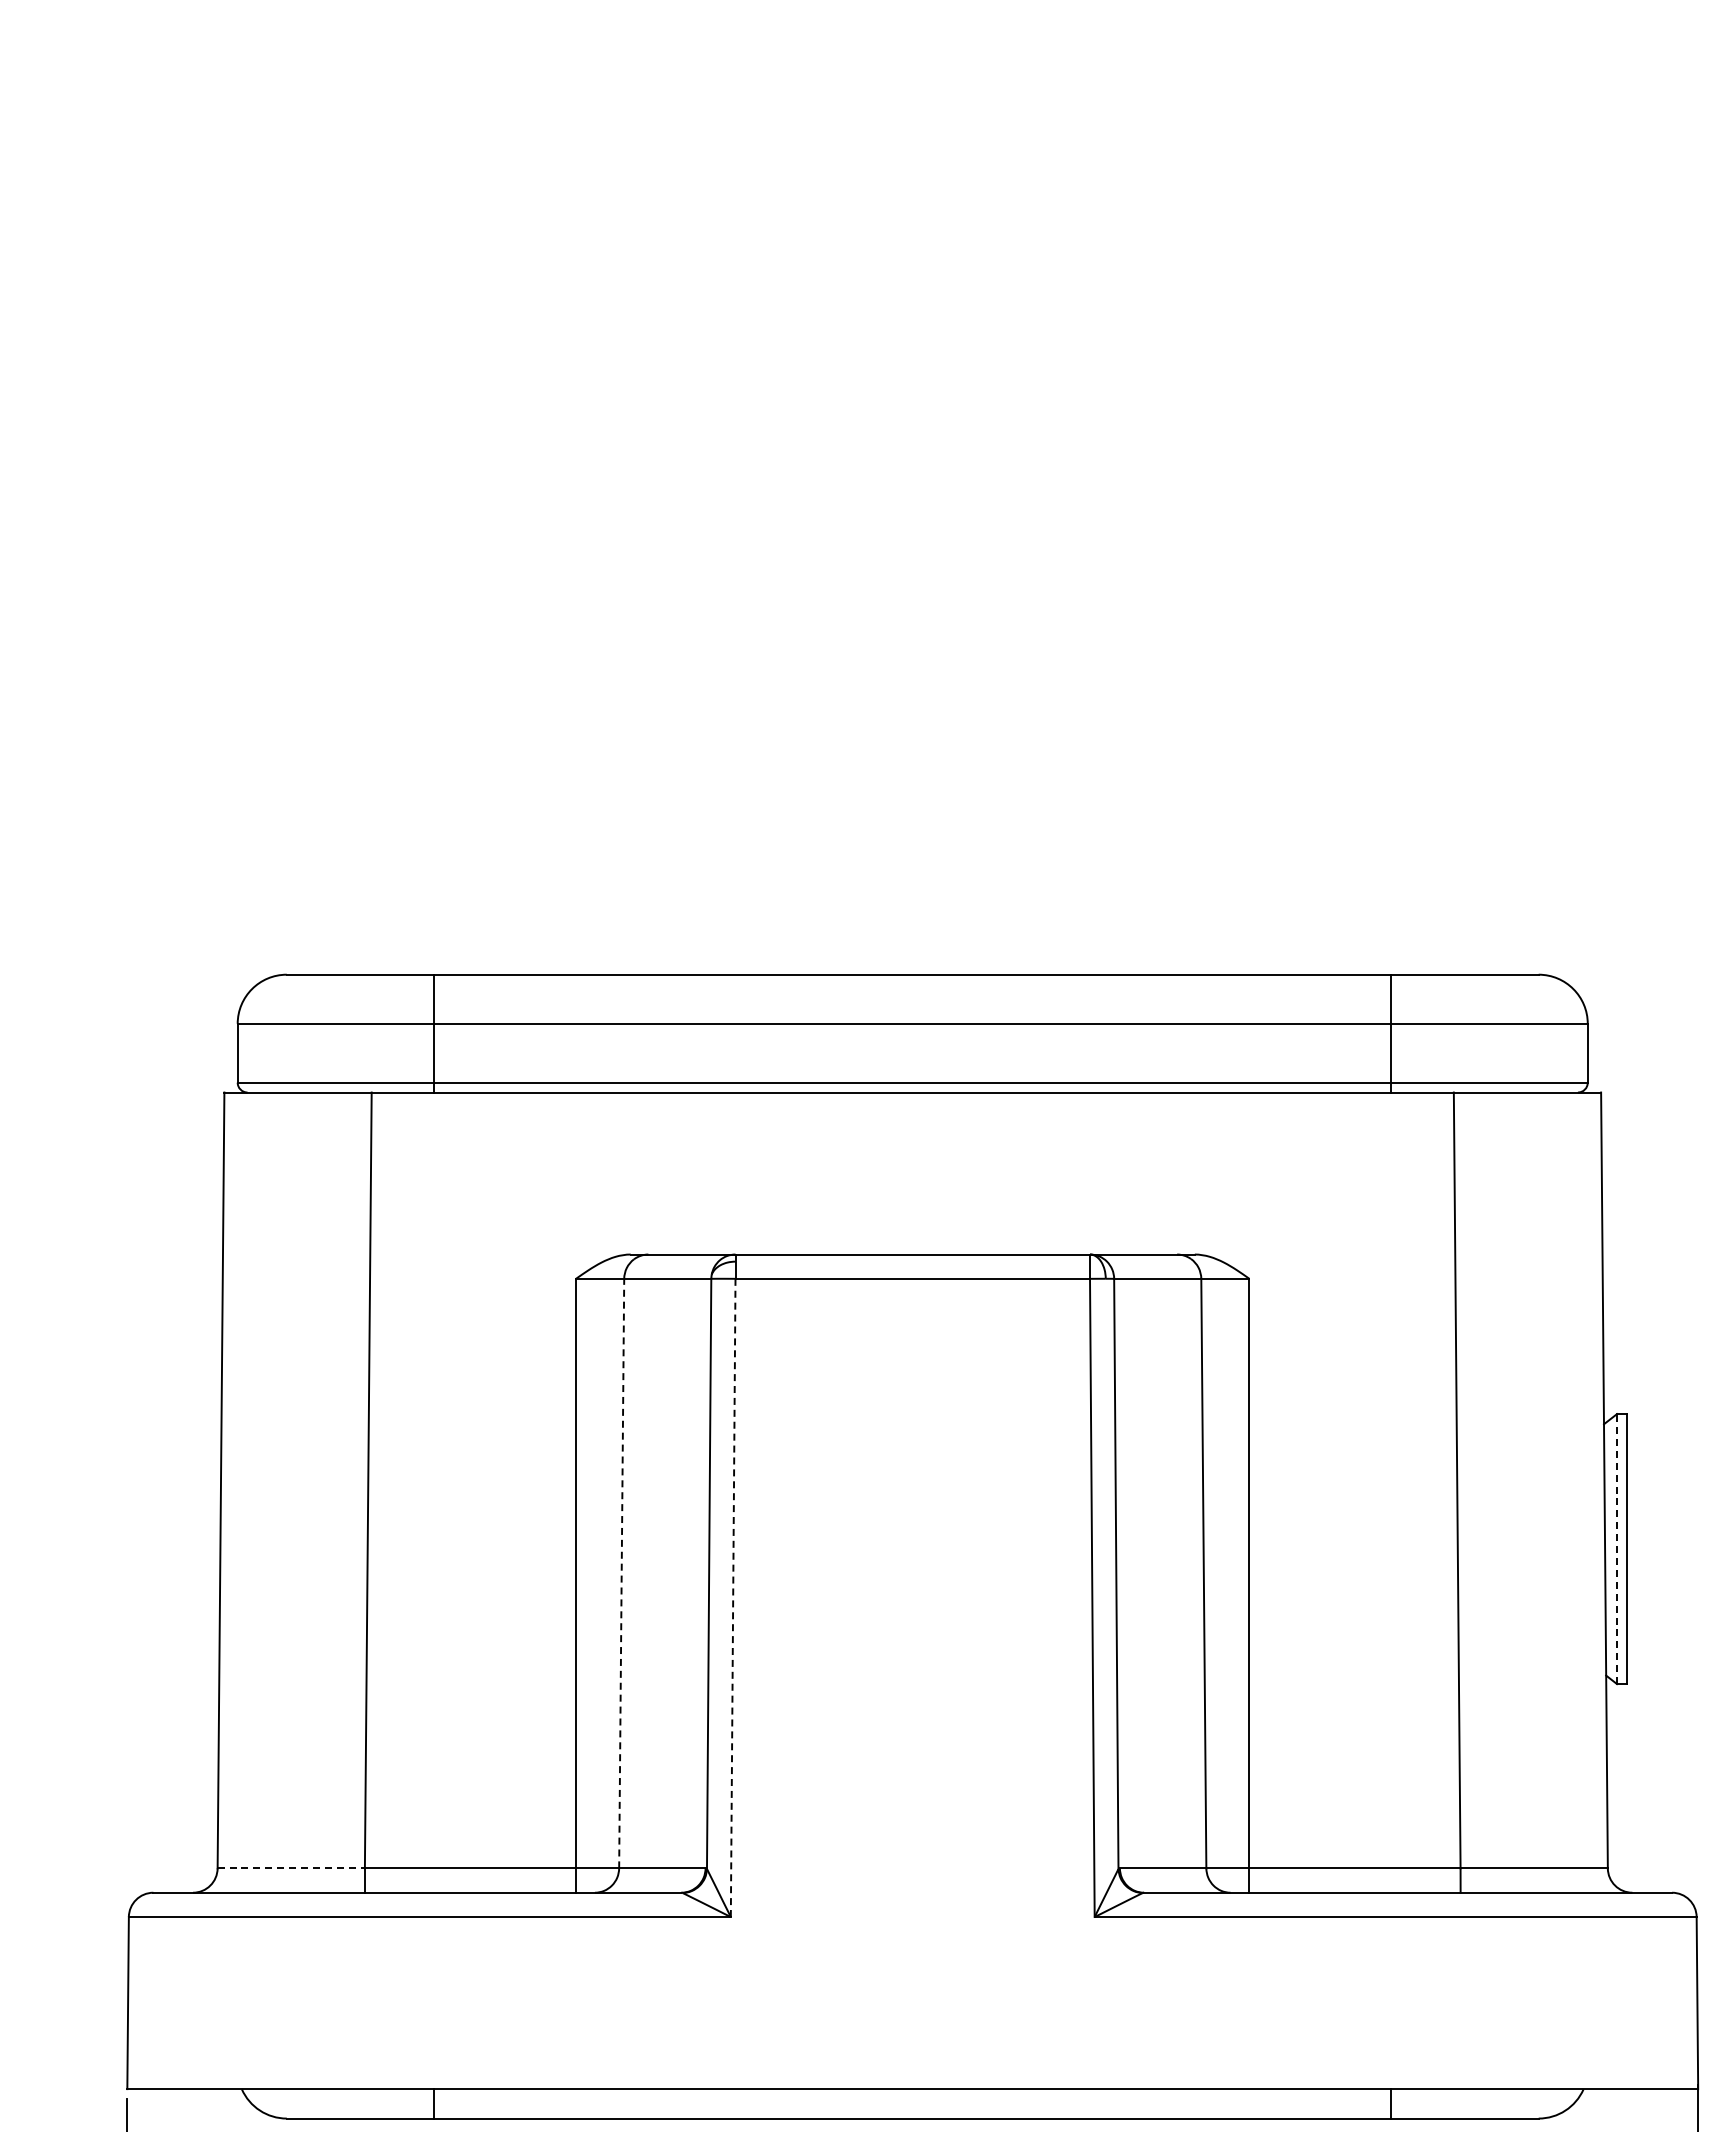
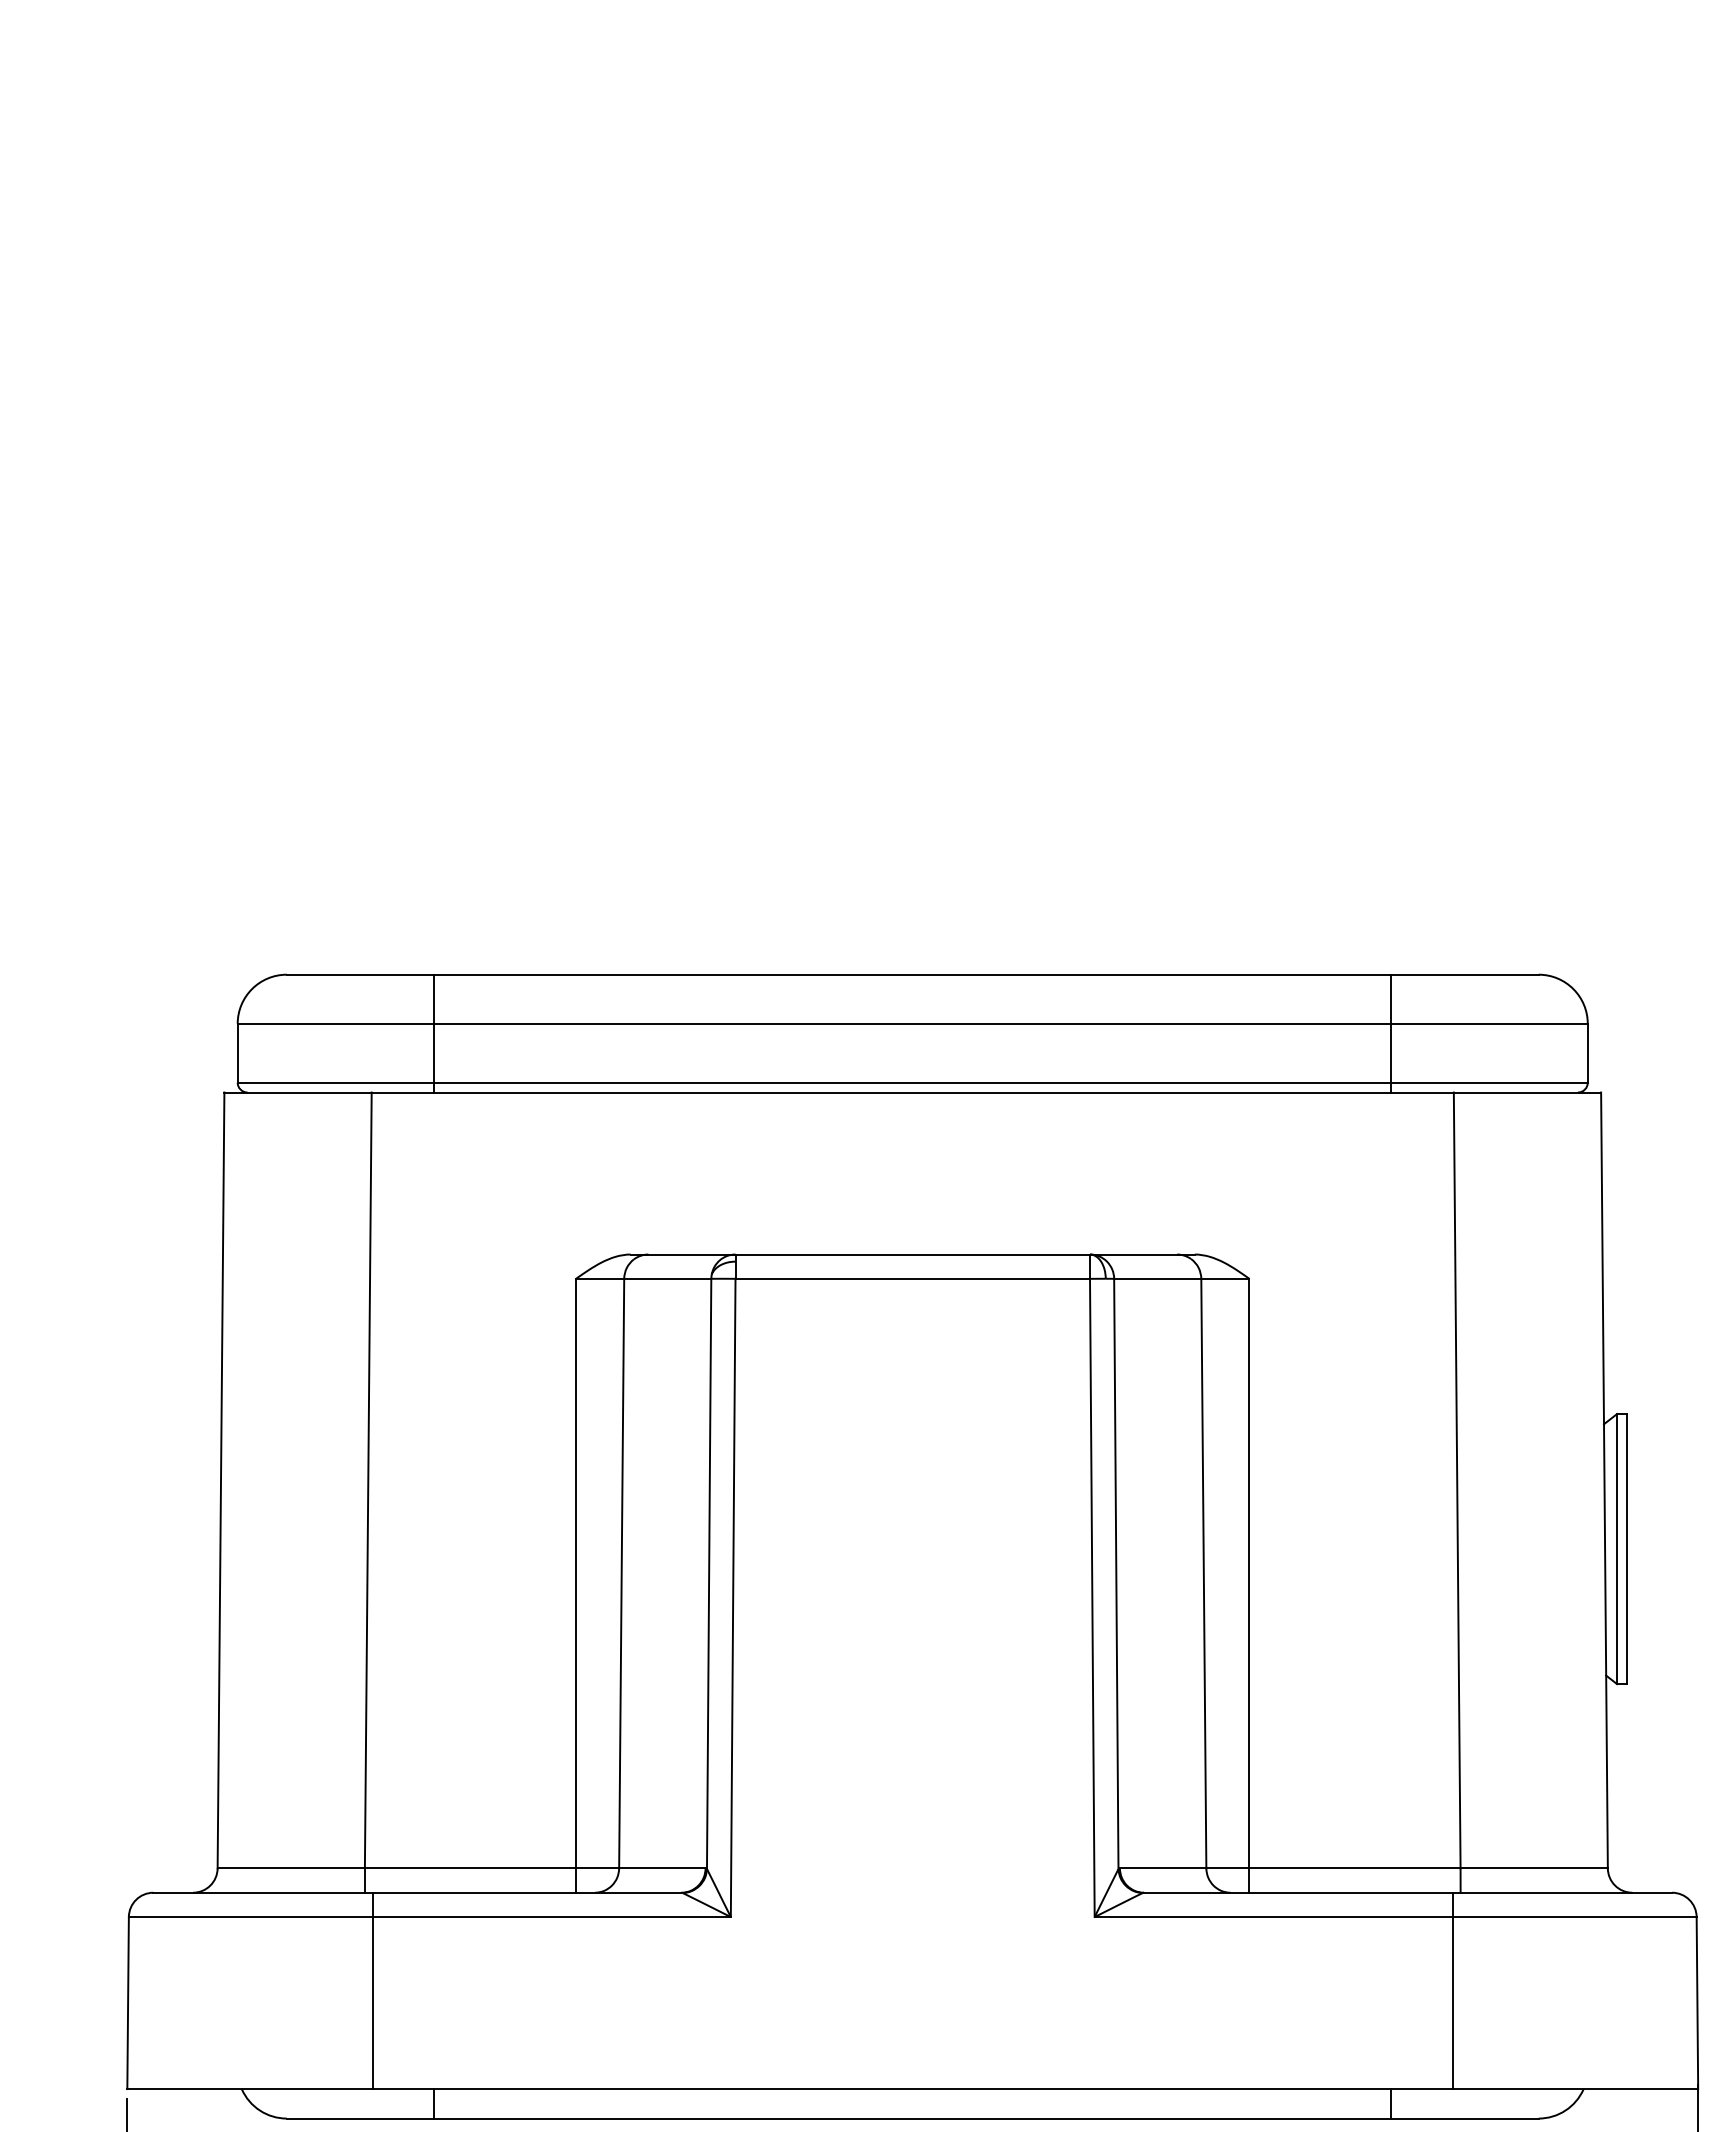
line at (1617, 1548): dashed -> solid
line at (621, 1573): dashed -> solid
line at (733, 1598): dashed -> solid
line at (291, 1868): dashed -> solid
line at (372, 1990): none -> present
line at (1452, 1990): none -> present
